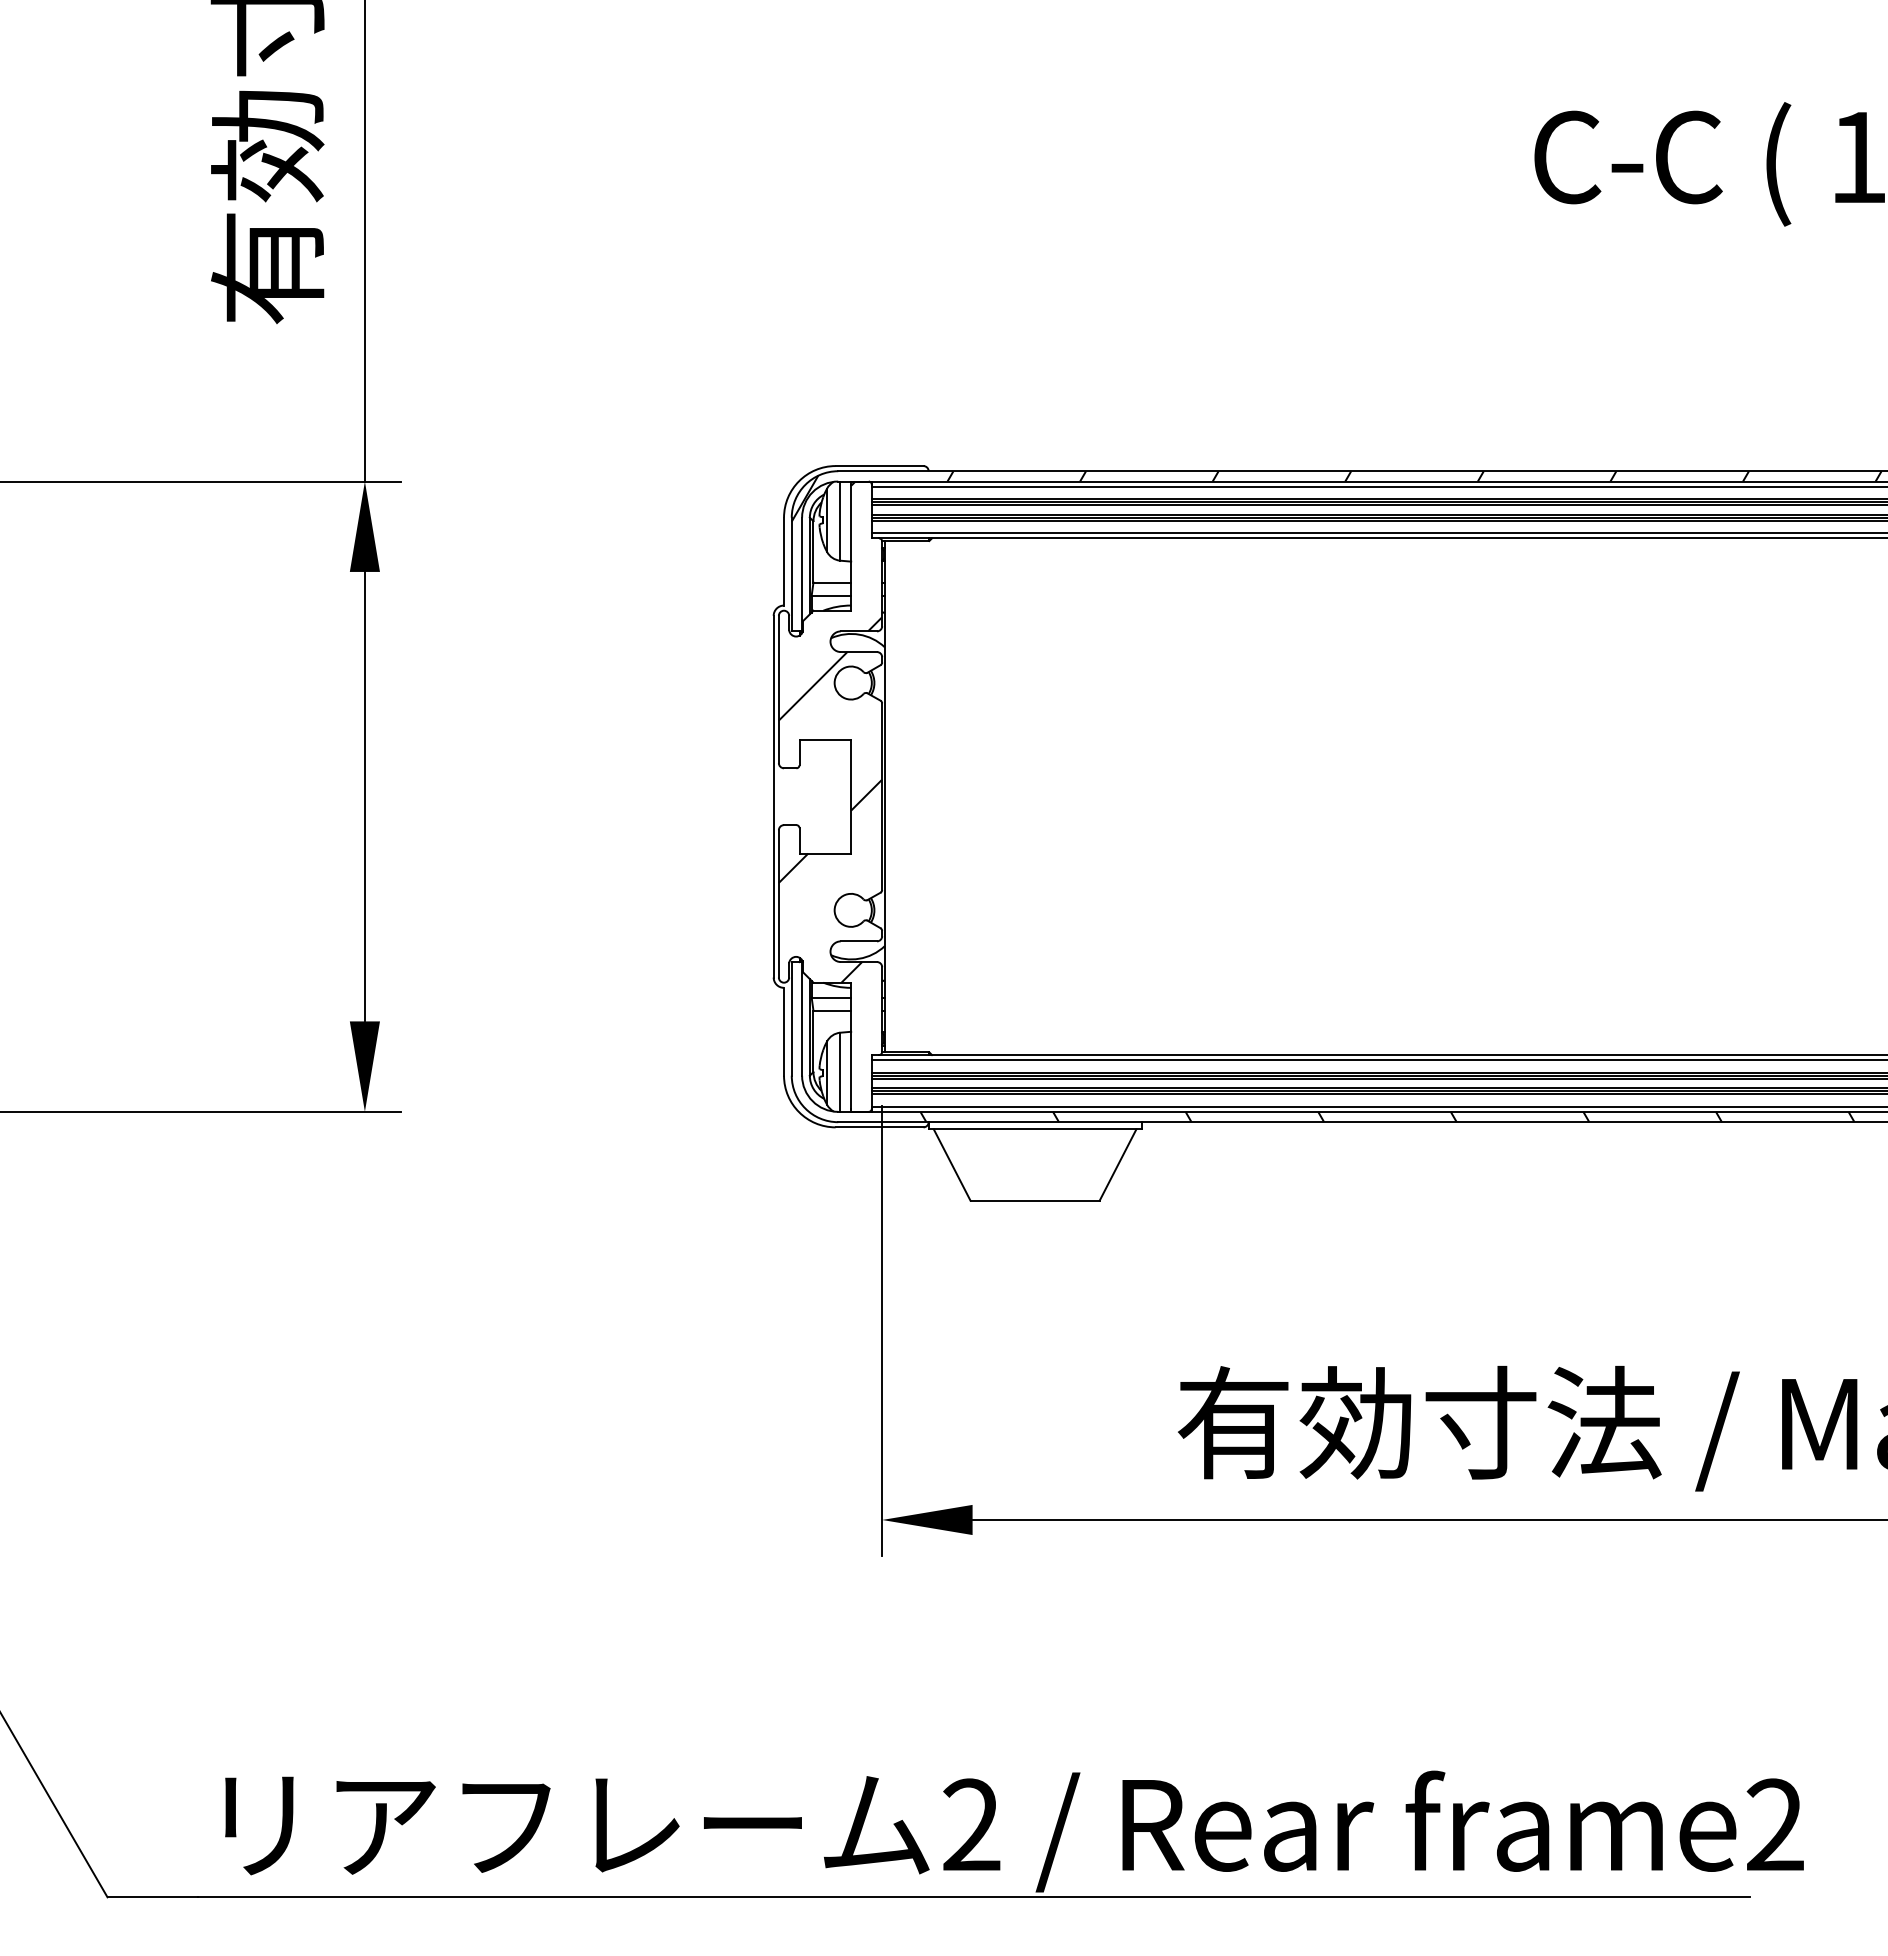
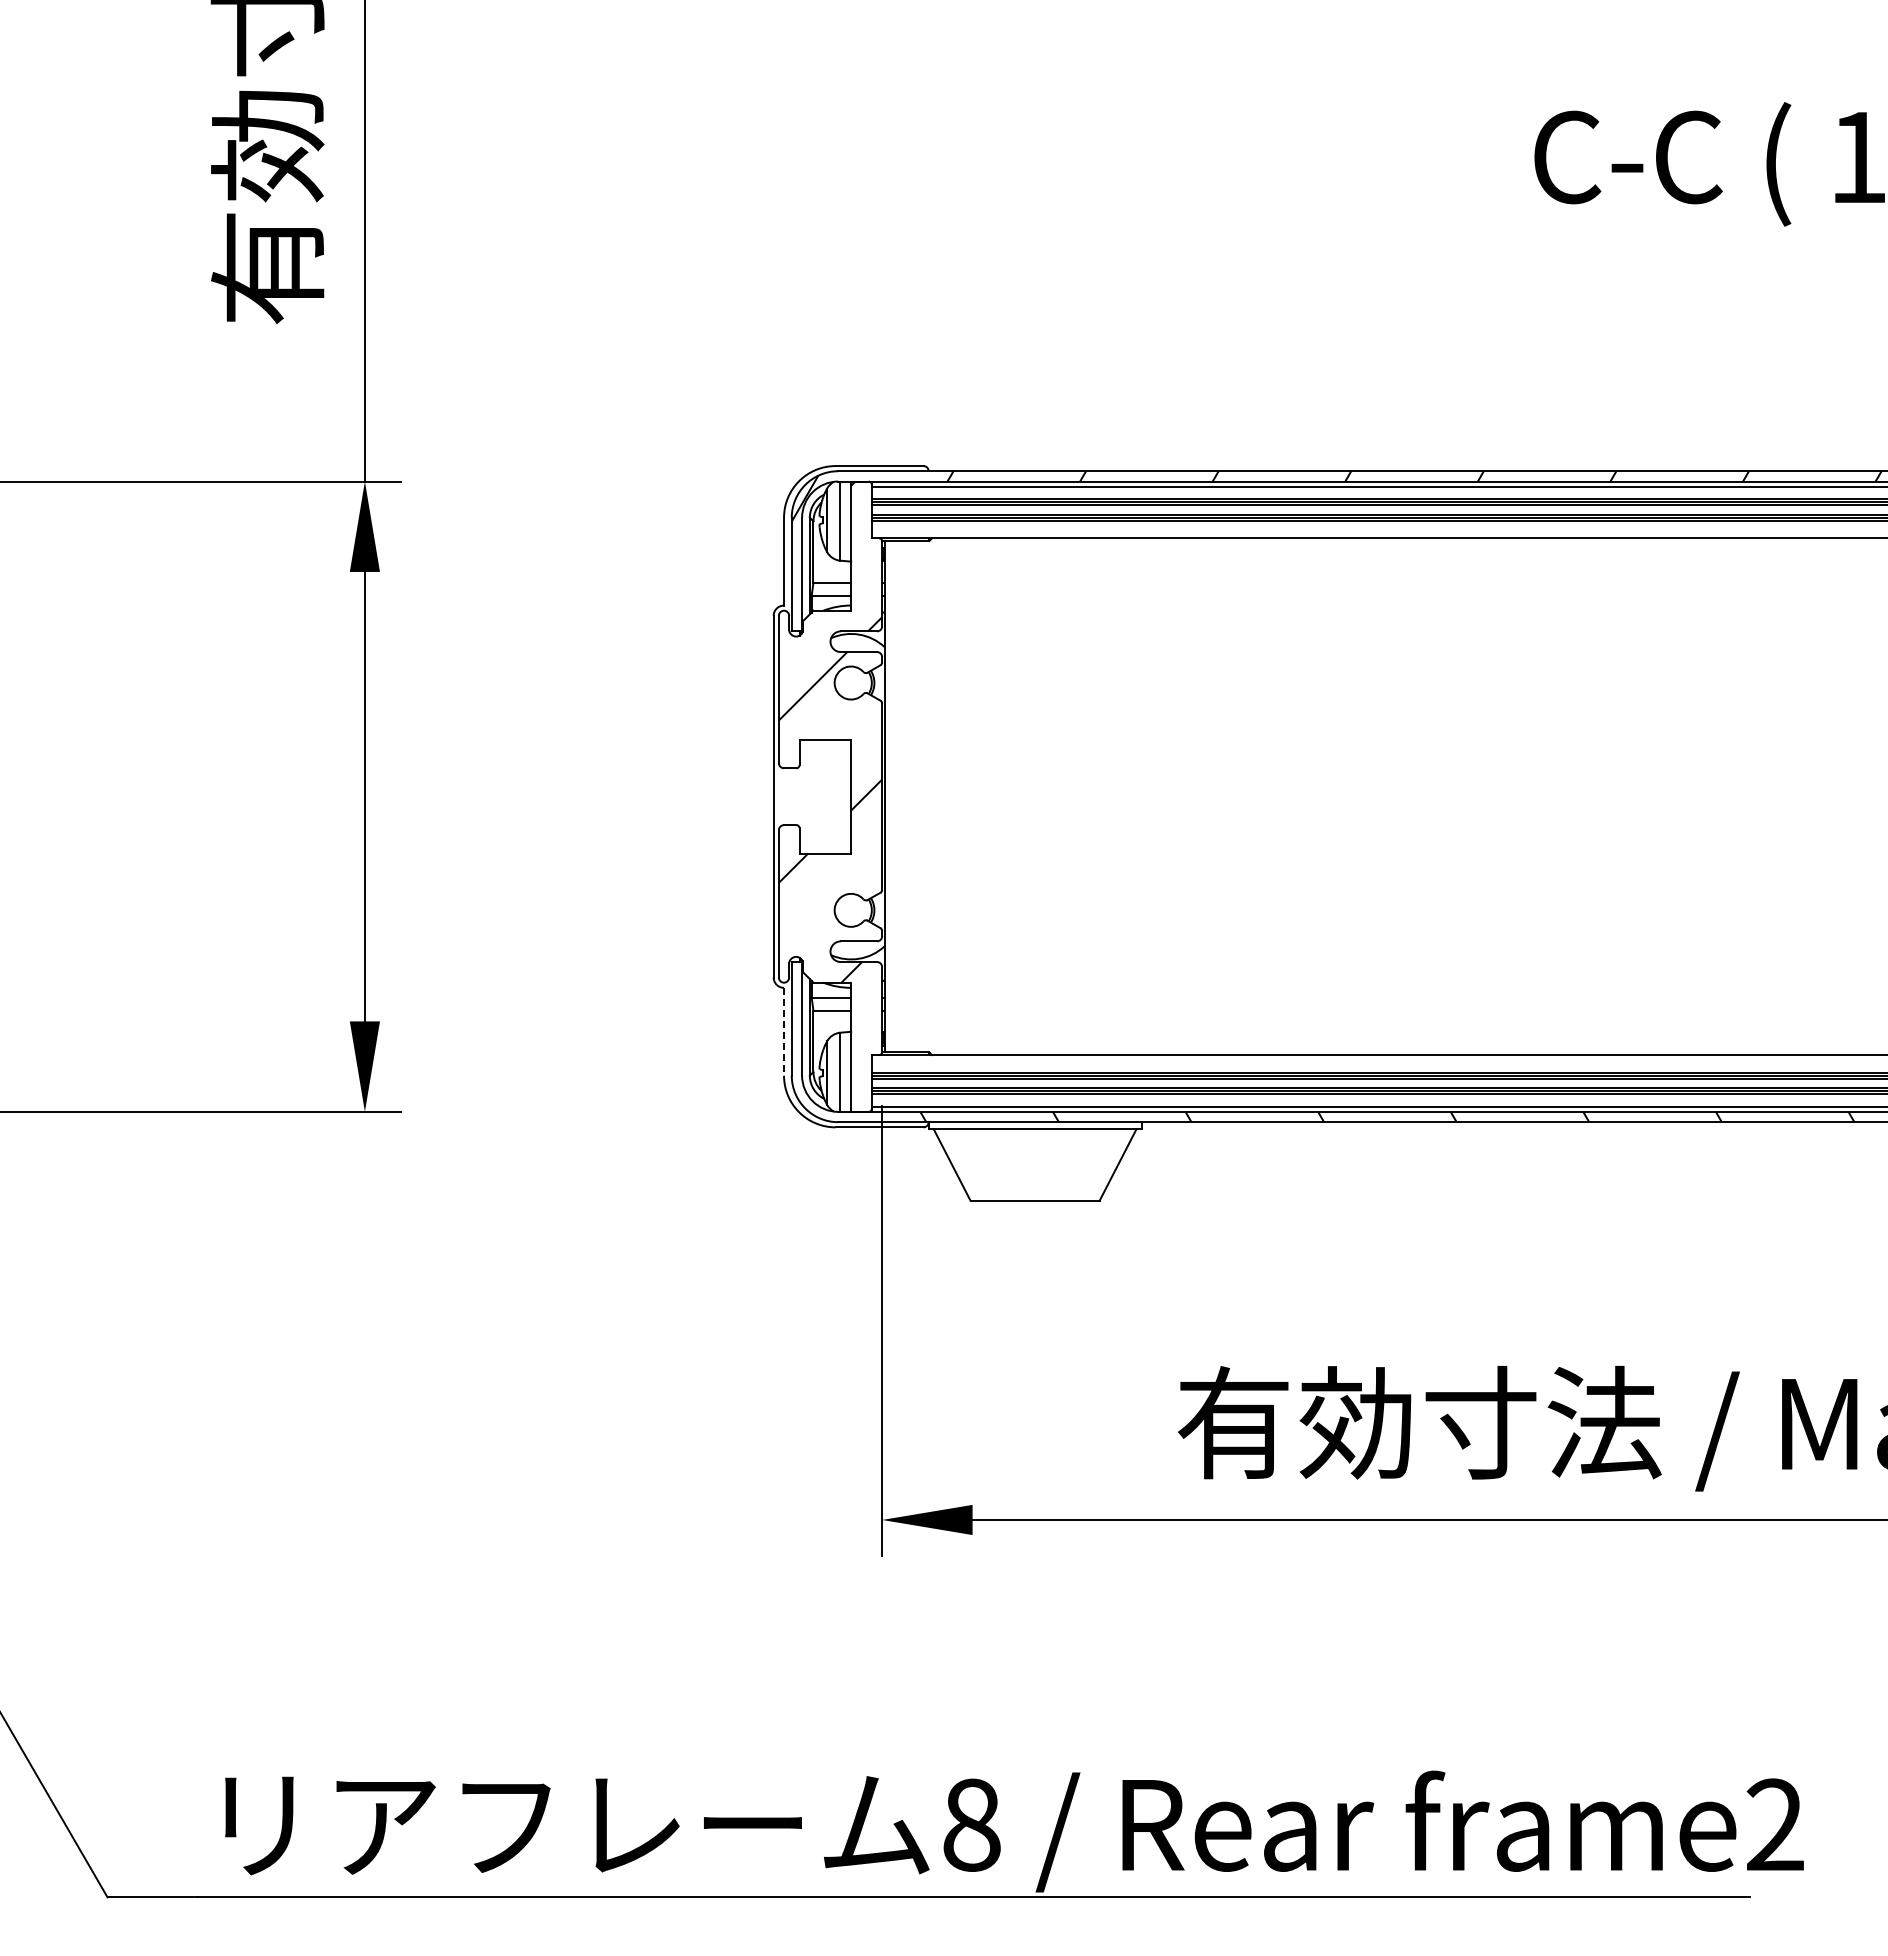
line at (1377, 533): present -> none
line at (784, 1031): solid -> dashed
line at (1377, 1060): present -> none
text at (971, 1824): 2 -> 8
